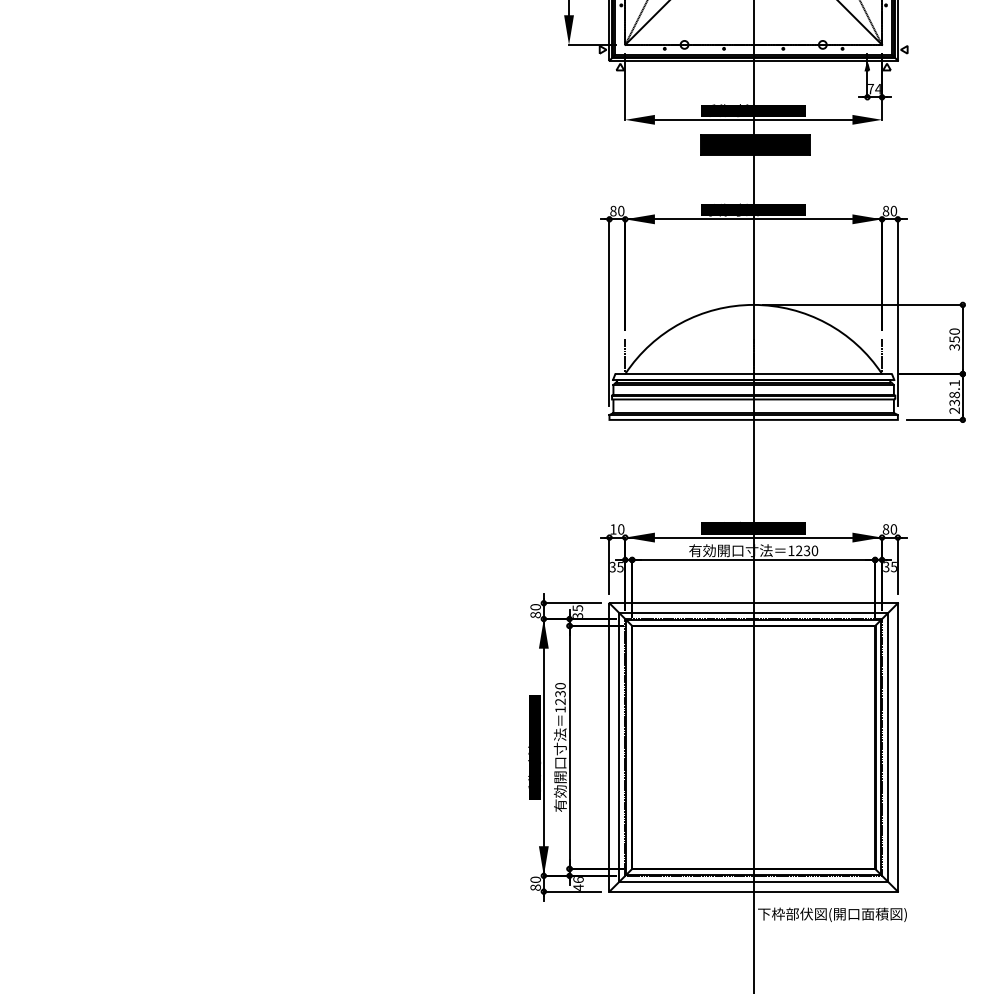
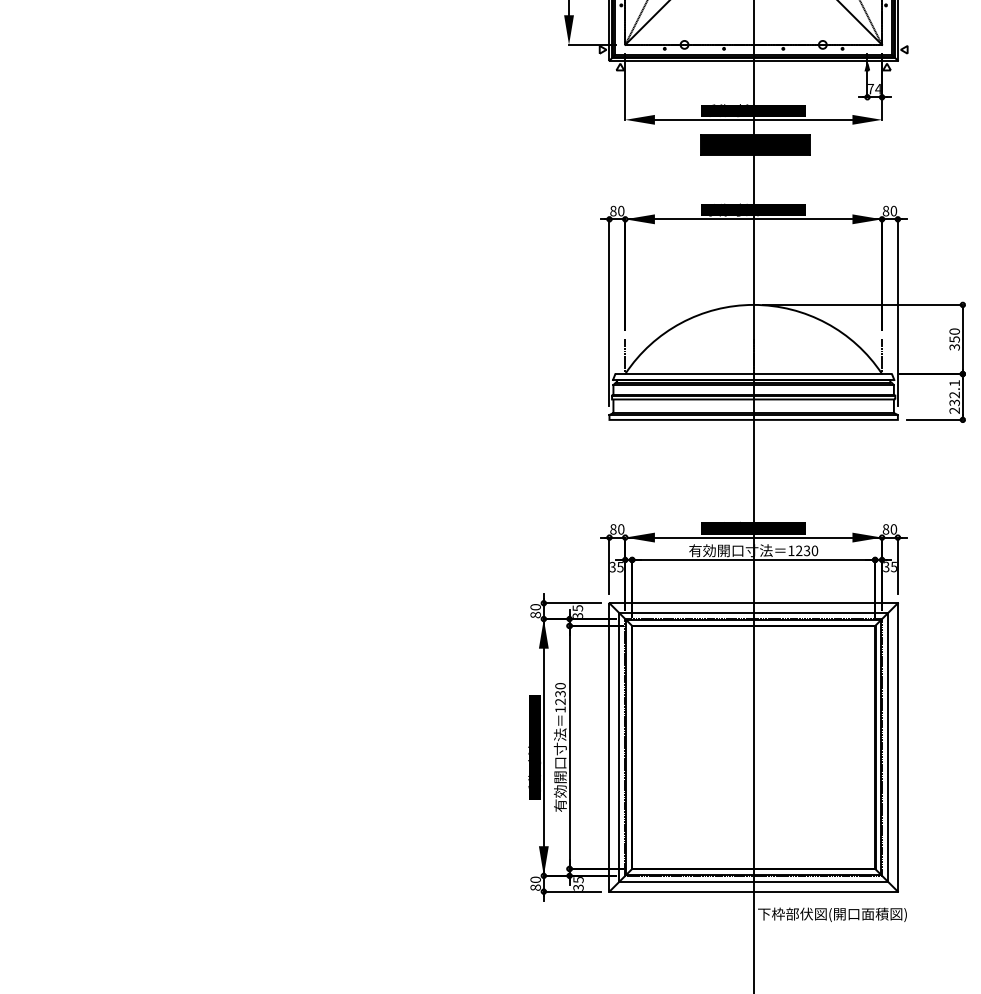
text at (954, 394): 238.1 -> 232.1
text at (613, 529): 10 -> 80
text at (578, 883): 46 -> 35
